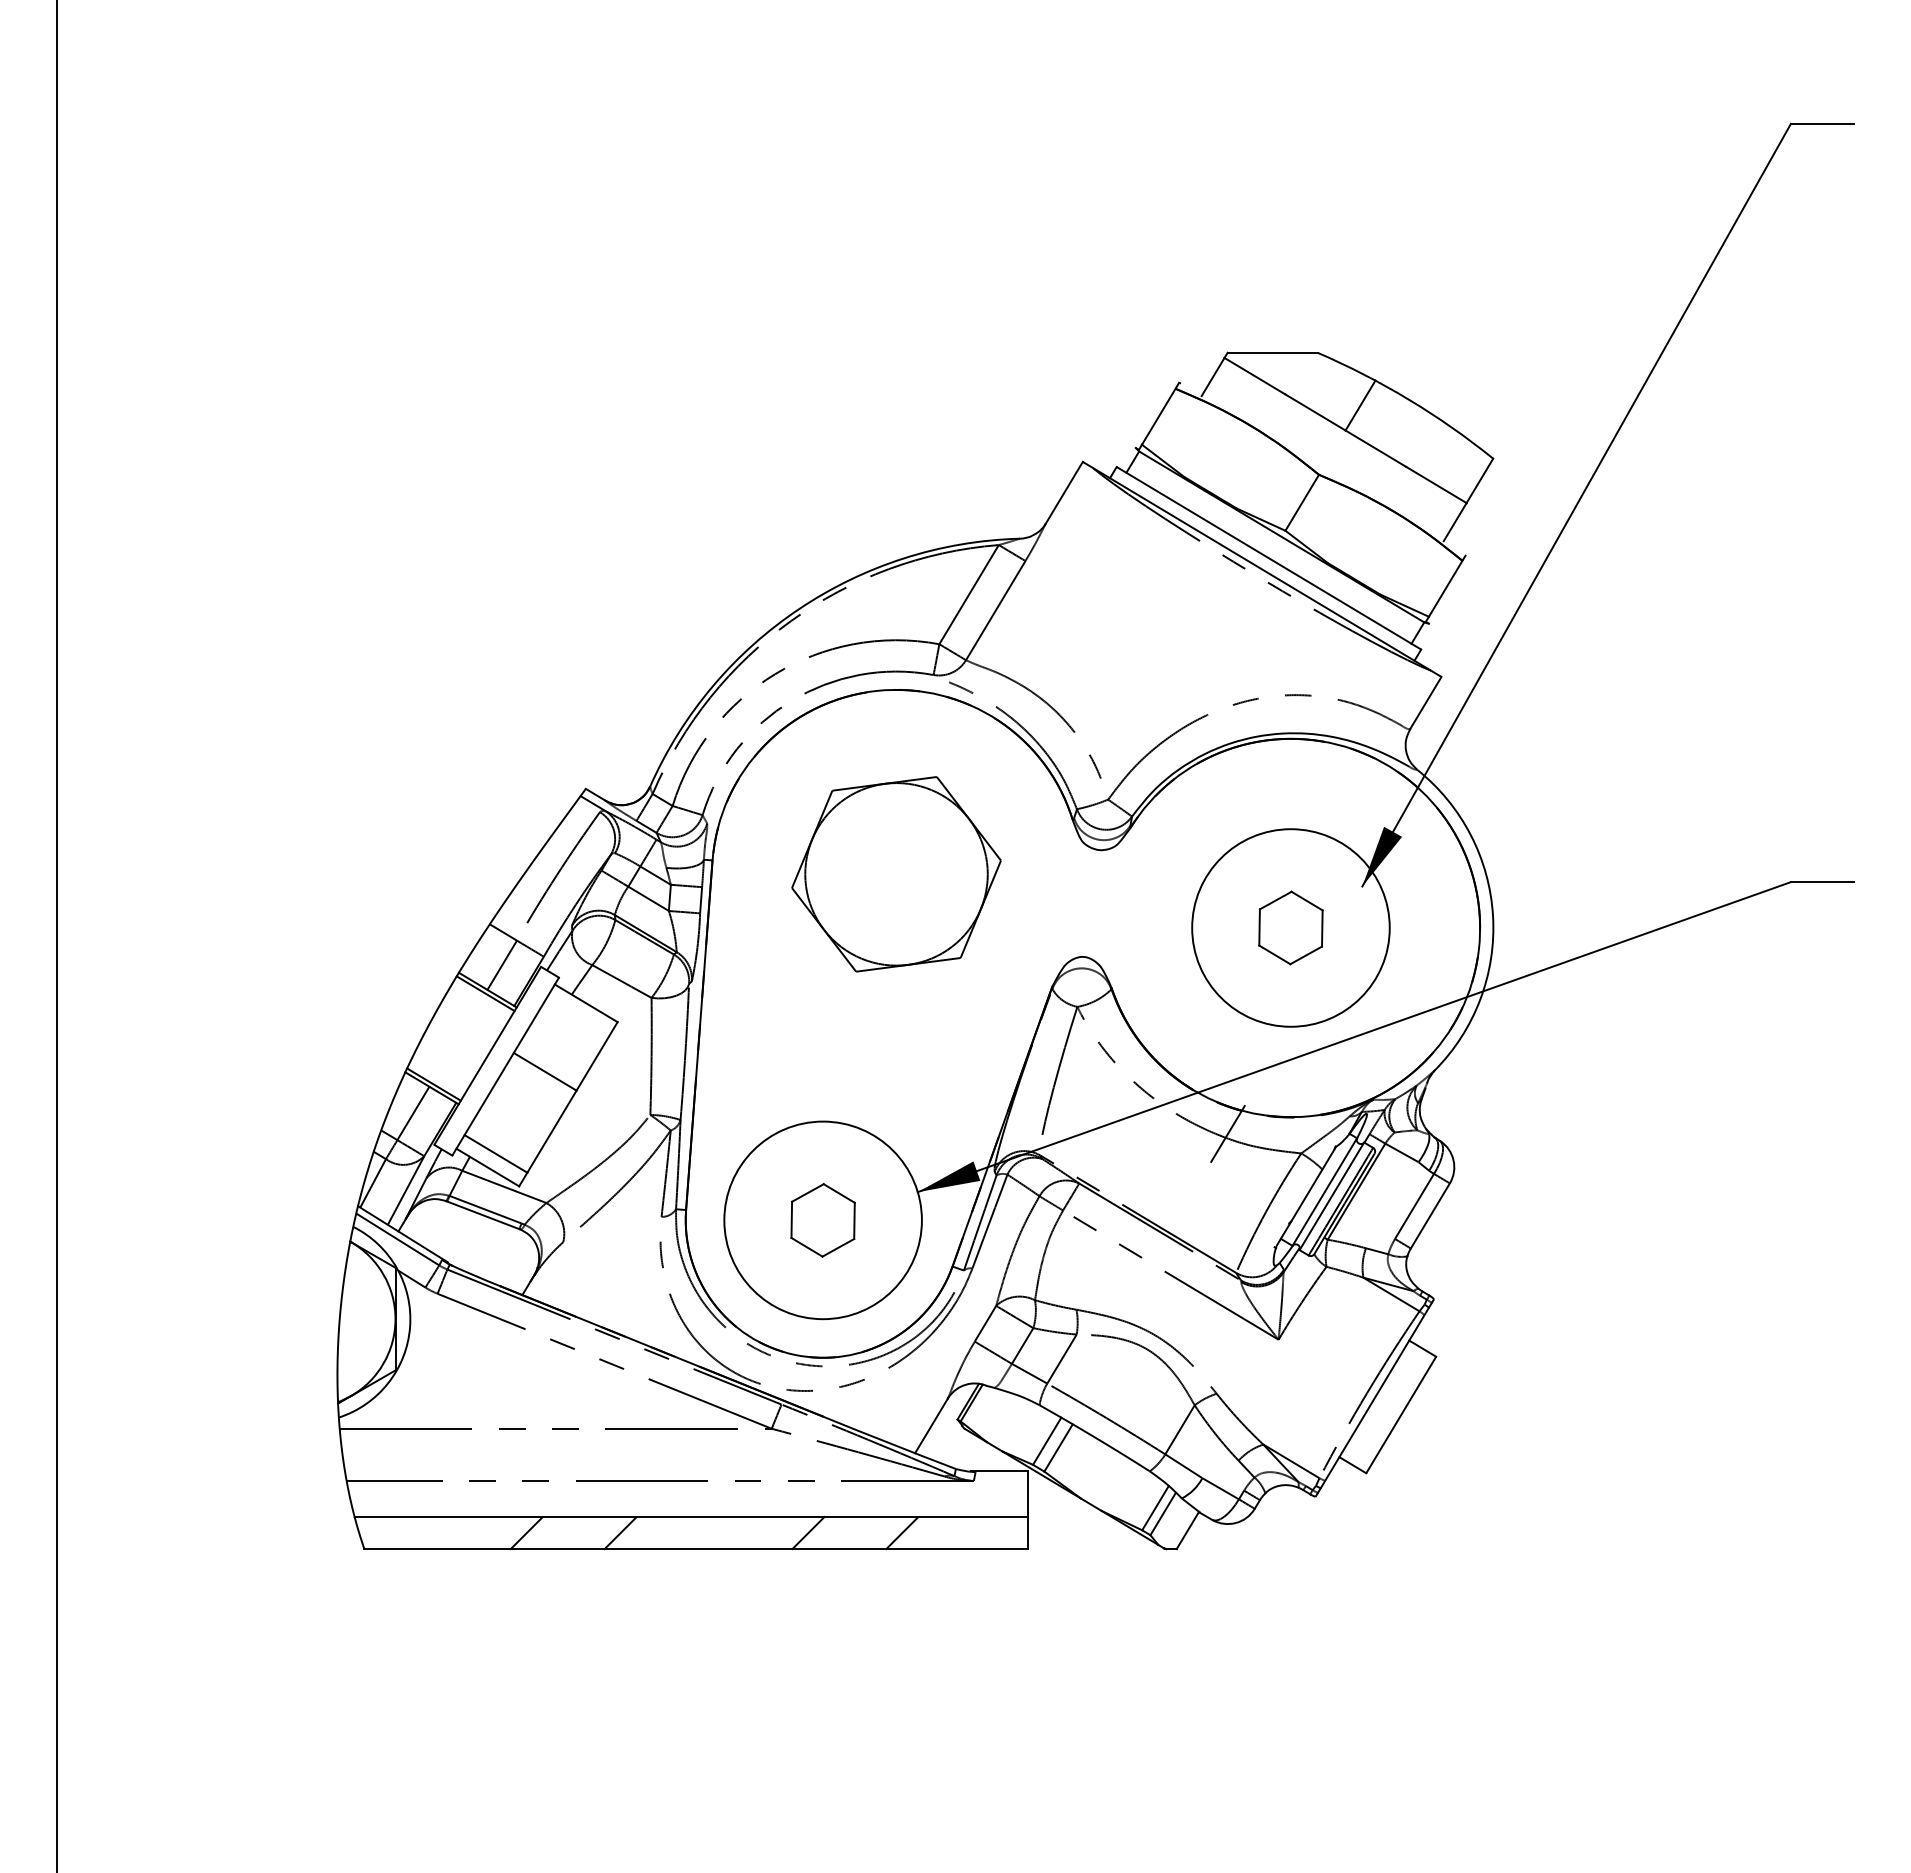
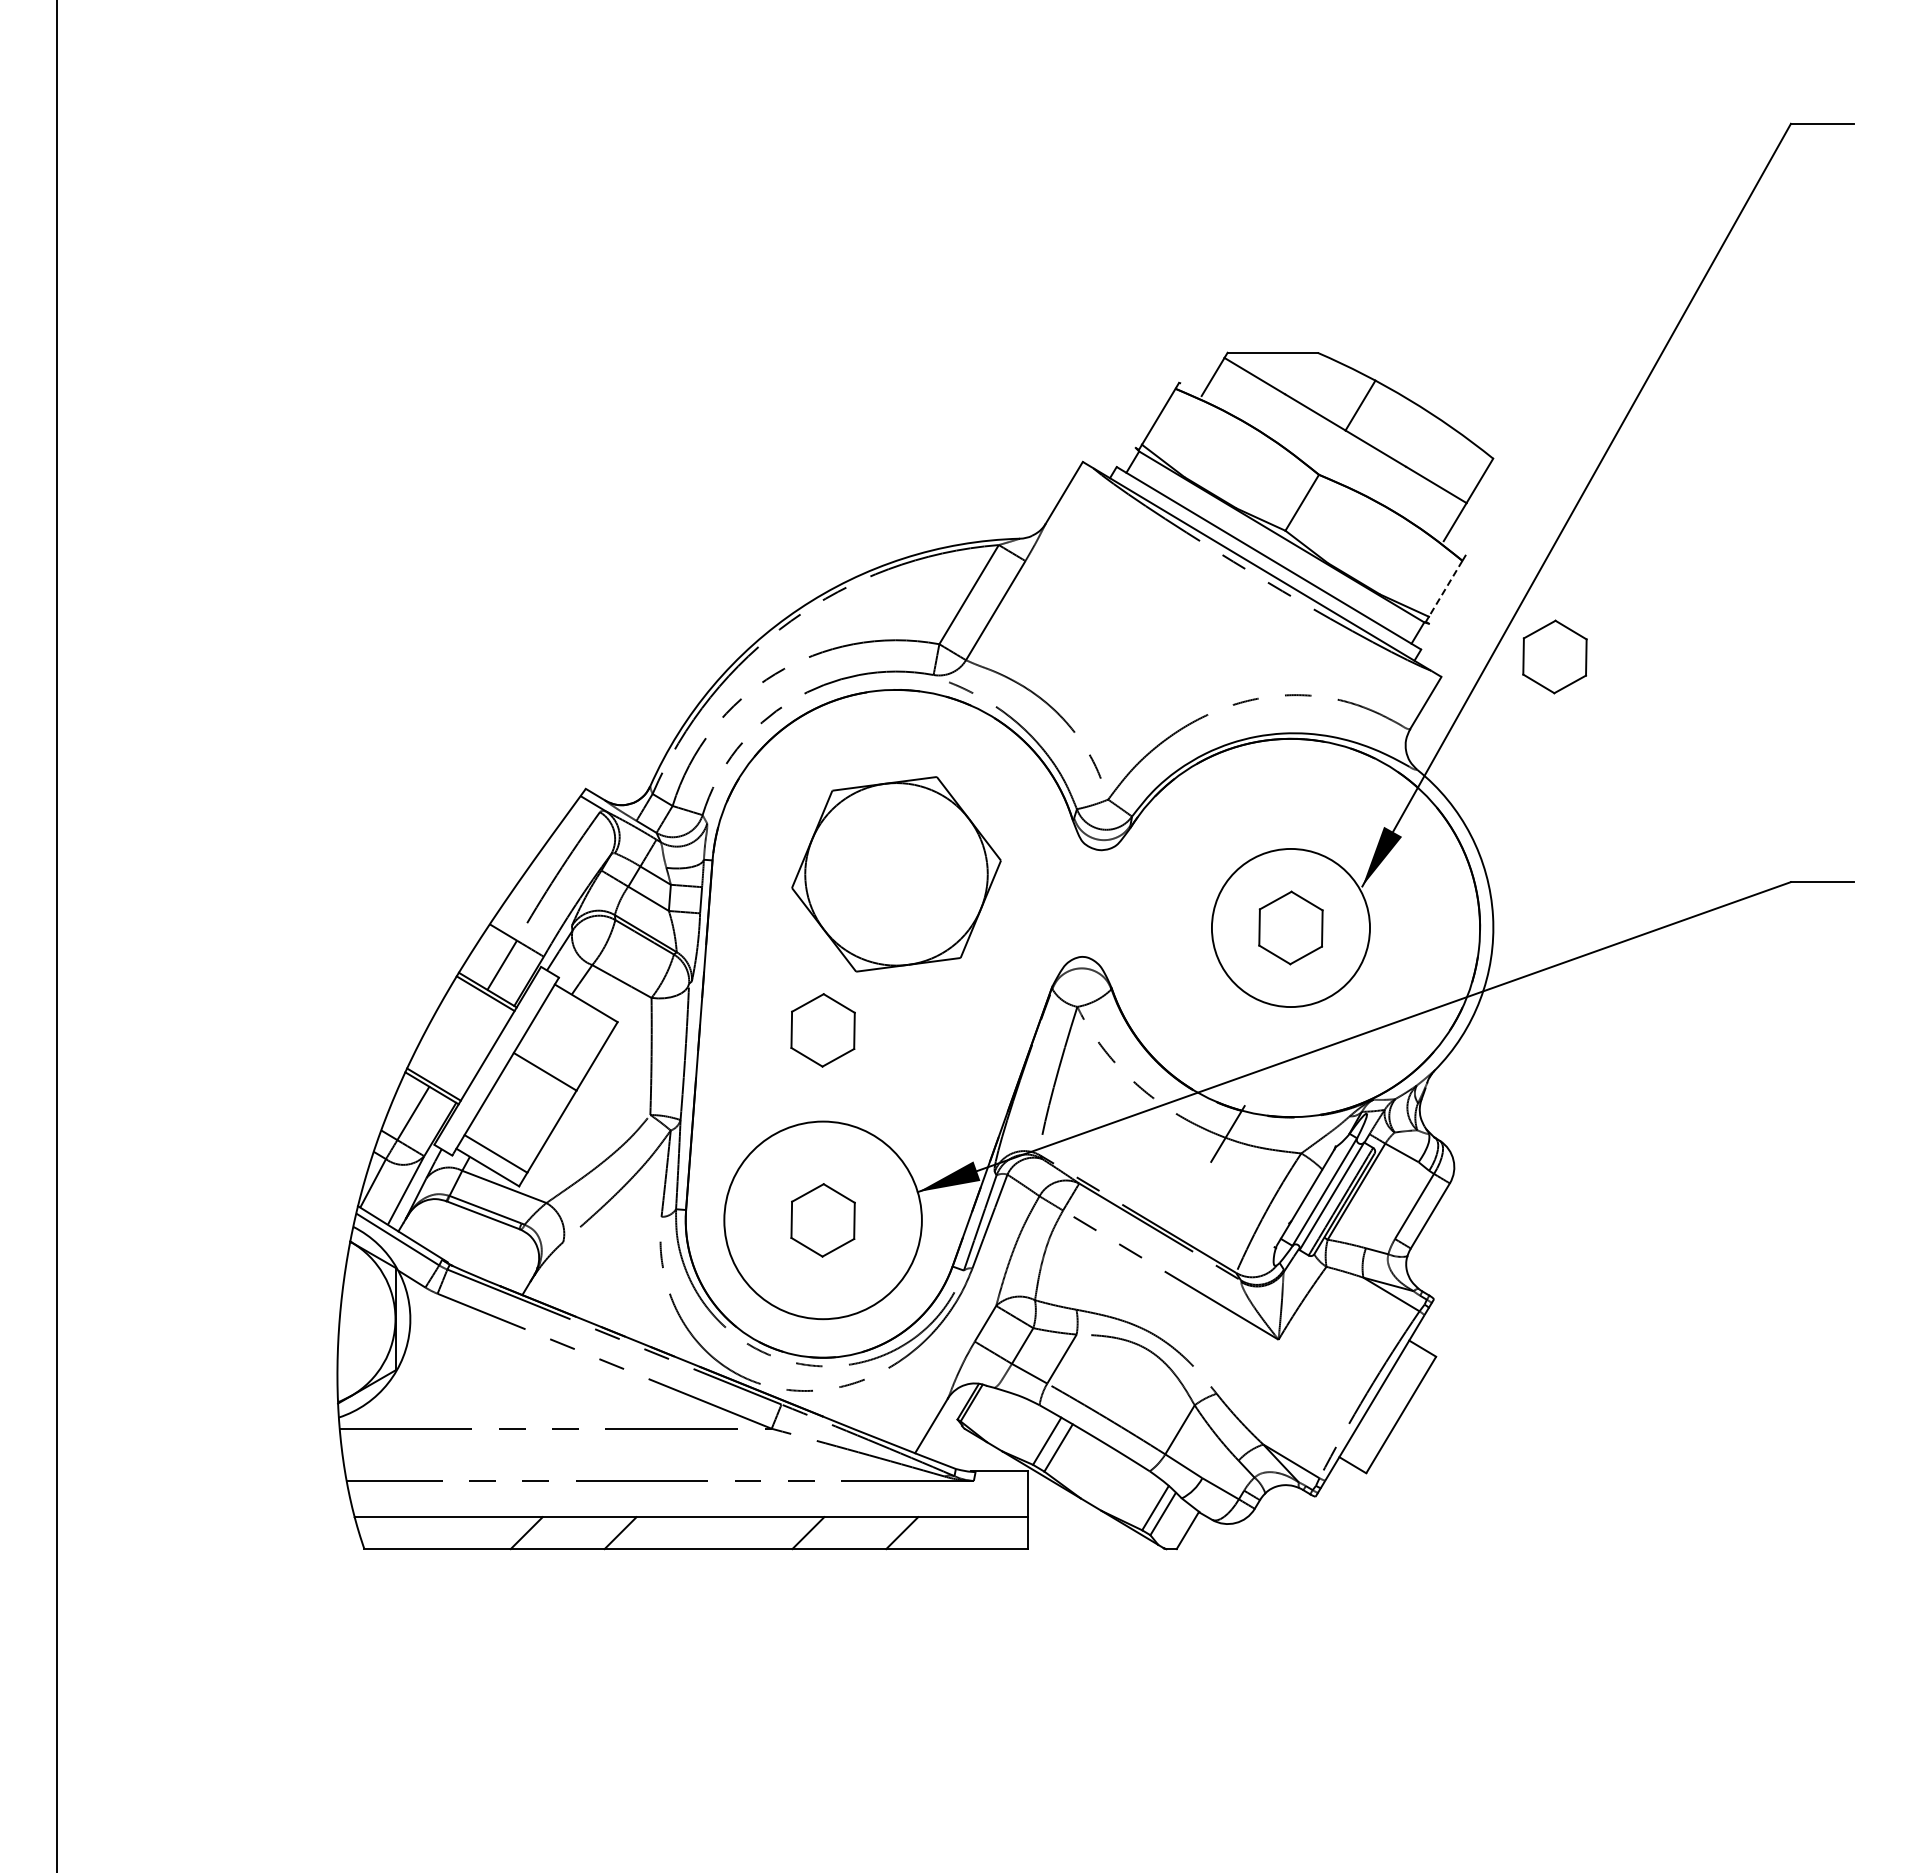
line at (1445, 588): solid -> dashed
part at (1554, 656): none -> present
circle at (1290, 927) diameter: 198 px -> 158 px
part at (822, 1030): none -> present
